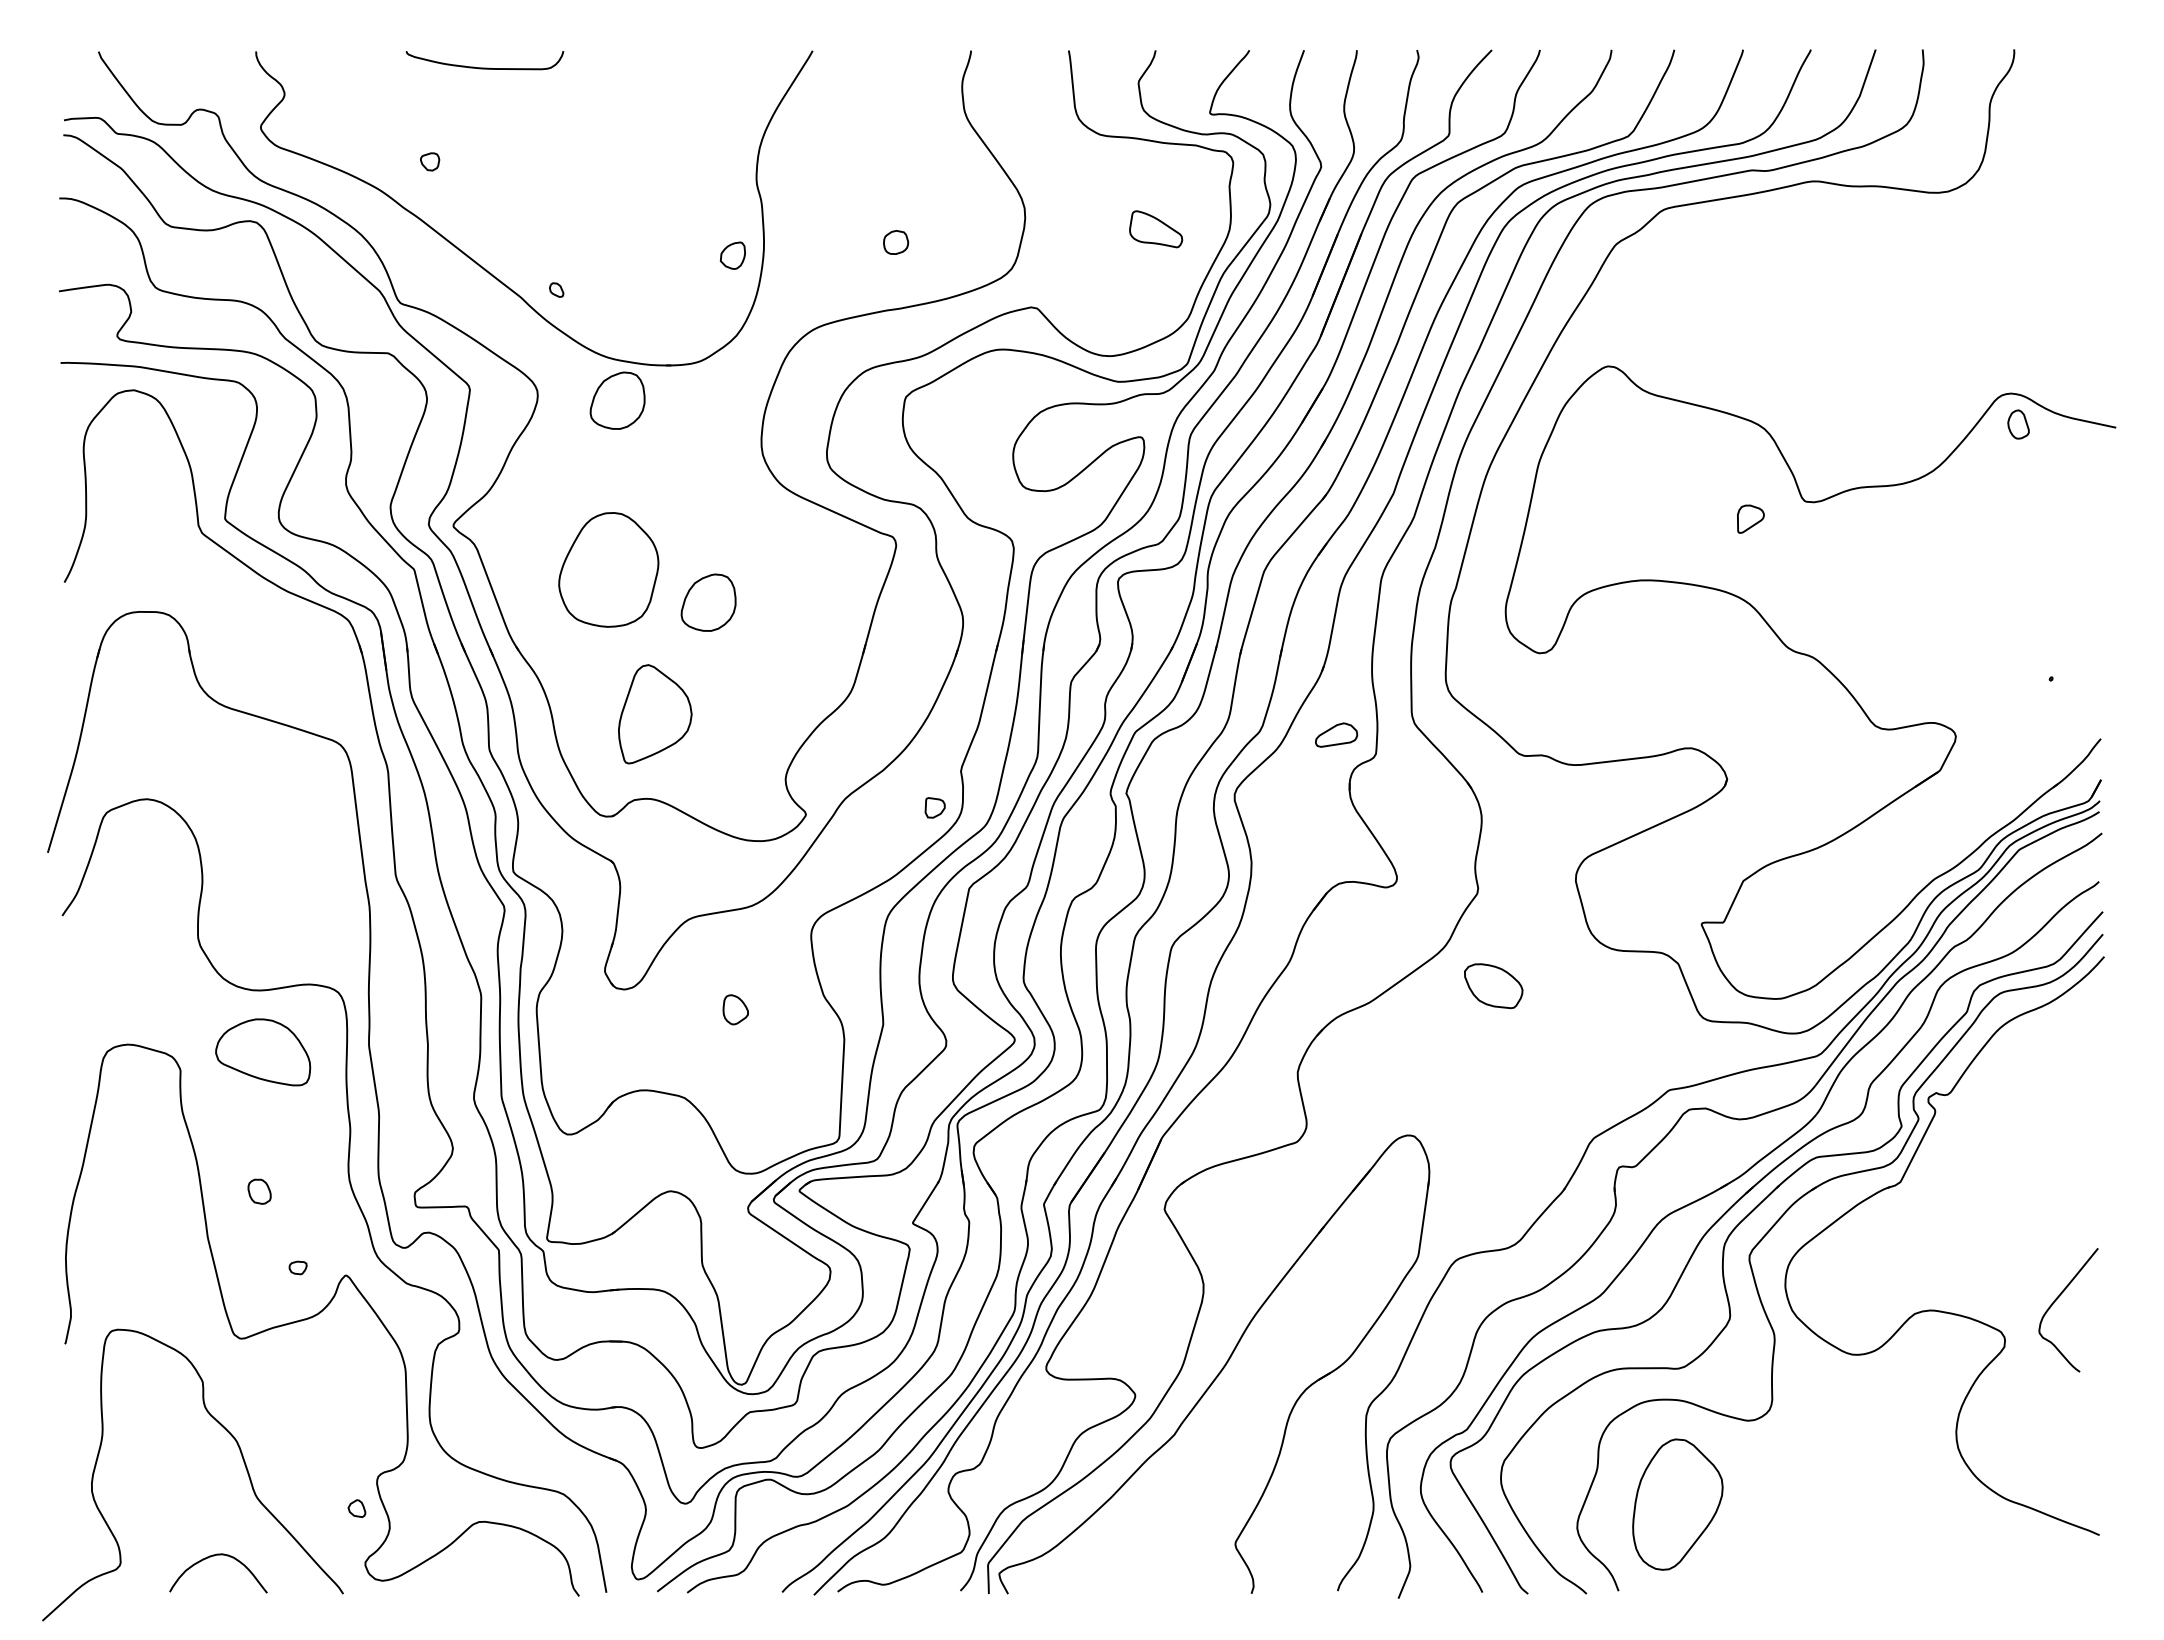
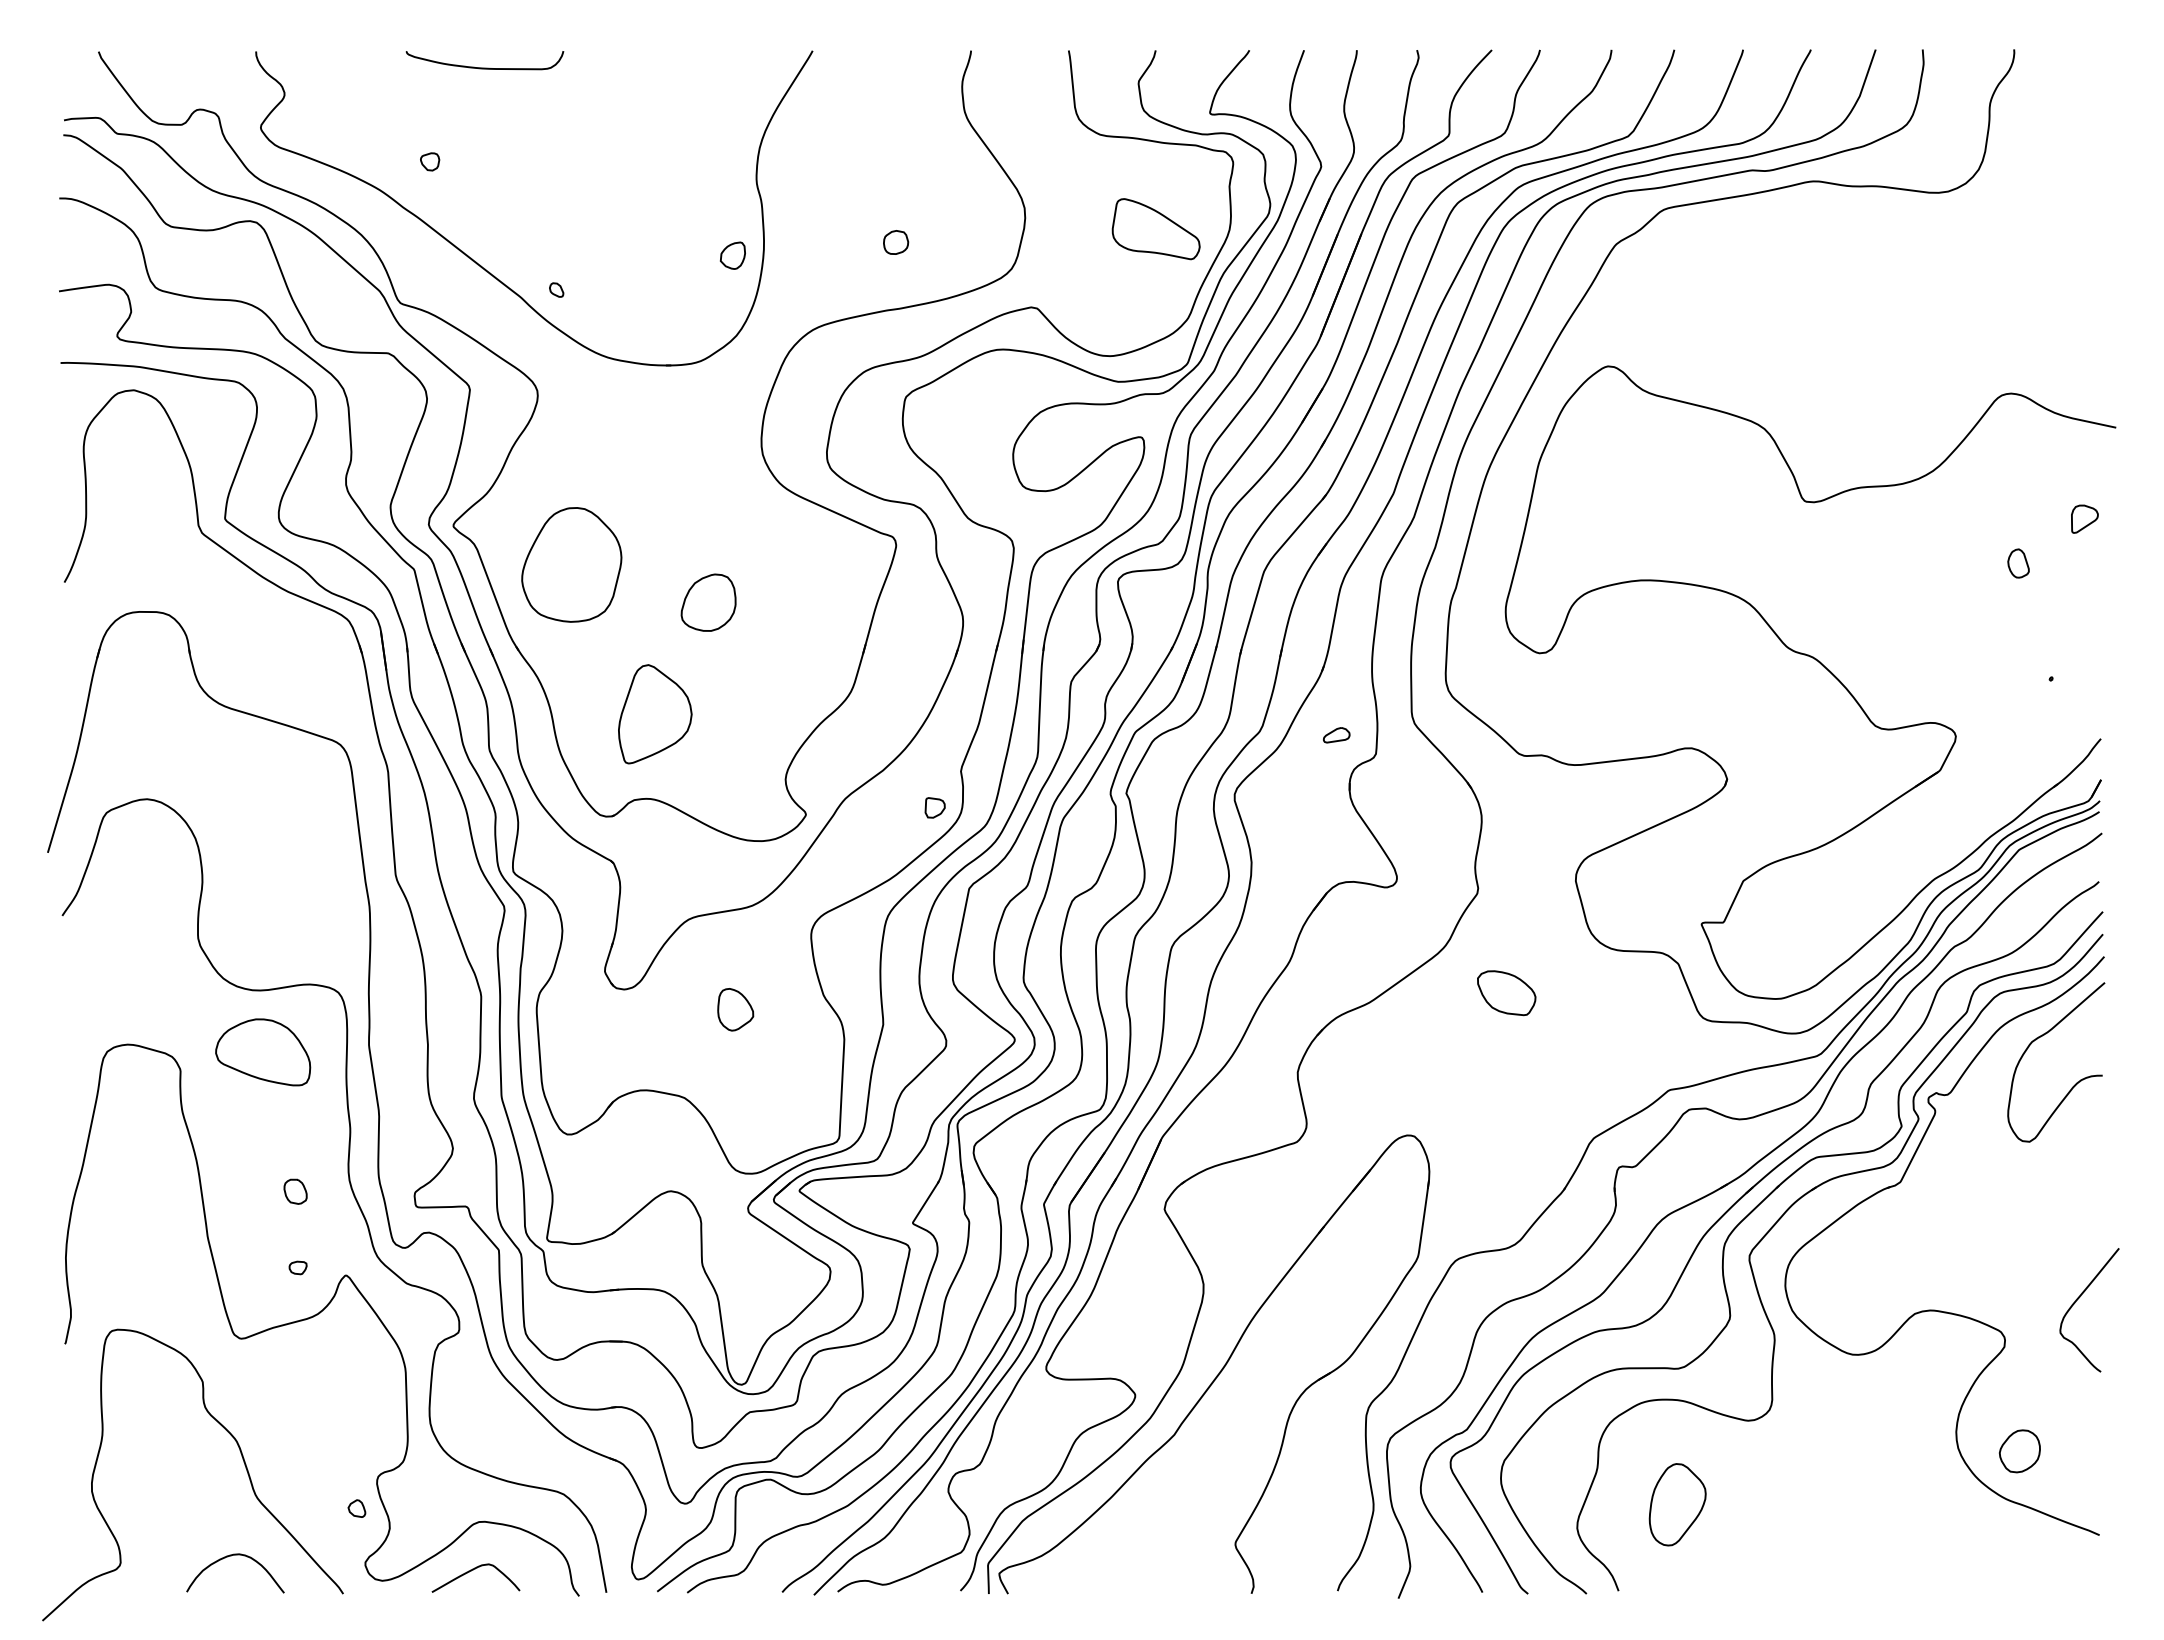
part at (1156, 229) size: 55x39 px -> 90x63 px
part at (617, 400): present -> none
part at (2018, 424) position: (2018, 424) -> (2018, 563)
part at (1750, 518) position: (1750, 518) -> (2084, 518)
part at (608, 569) position: (608, 569) -> (571, 564)
part at (1336, 734) size: 44x26 px -> 28x17 px
part at (1493, 986) position: (1493, 986) -> (1506, 993)
part at (735, 1009) size: 27x32 px -> 38x44 px
curve at (2076, 1082): none -> present
part at (259, 1191) position: (259, 1191) -> (295, 1191)
curve at (2057, 1299) position: (2057, 1299) -> (2078, 1299)
part at (2019, 1451): none -> present
part at (1677, 1504) size: 92x133 px -> 59x84 px
curve at (214, 1556) position: (214, 1556) -> (231, 1556)
curve at (471, 1571): none -> present
